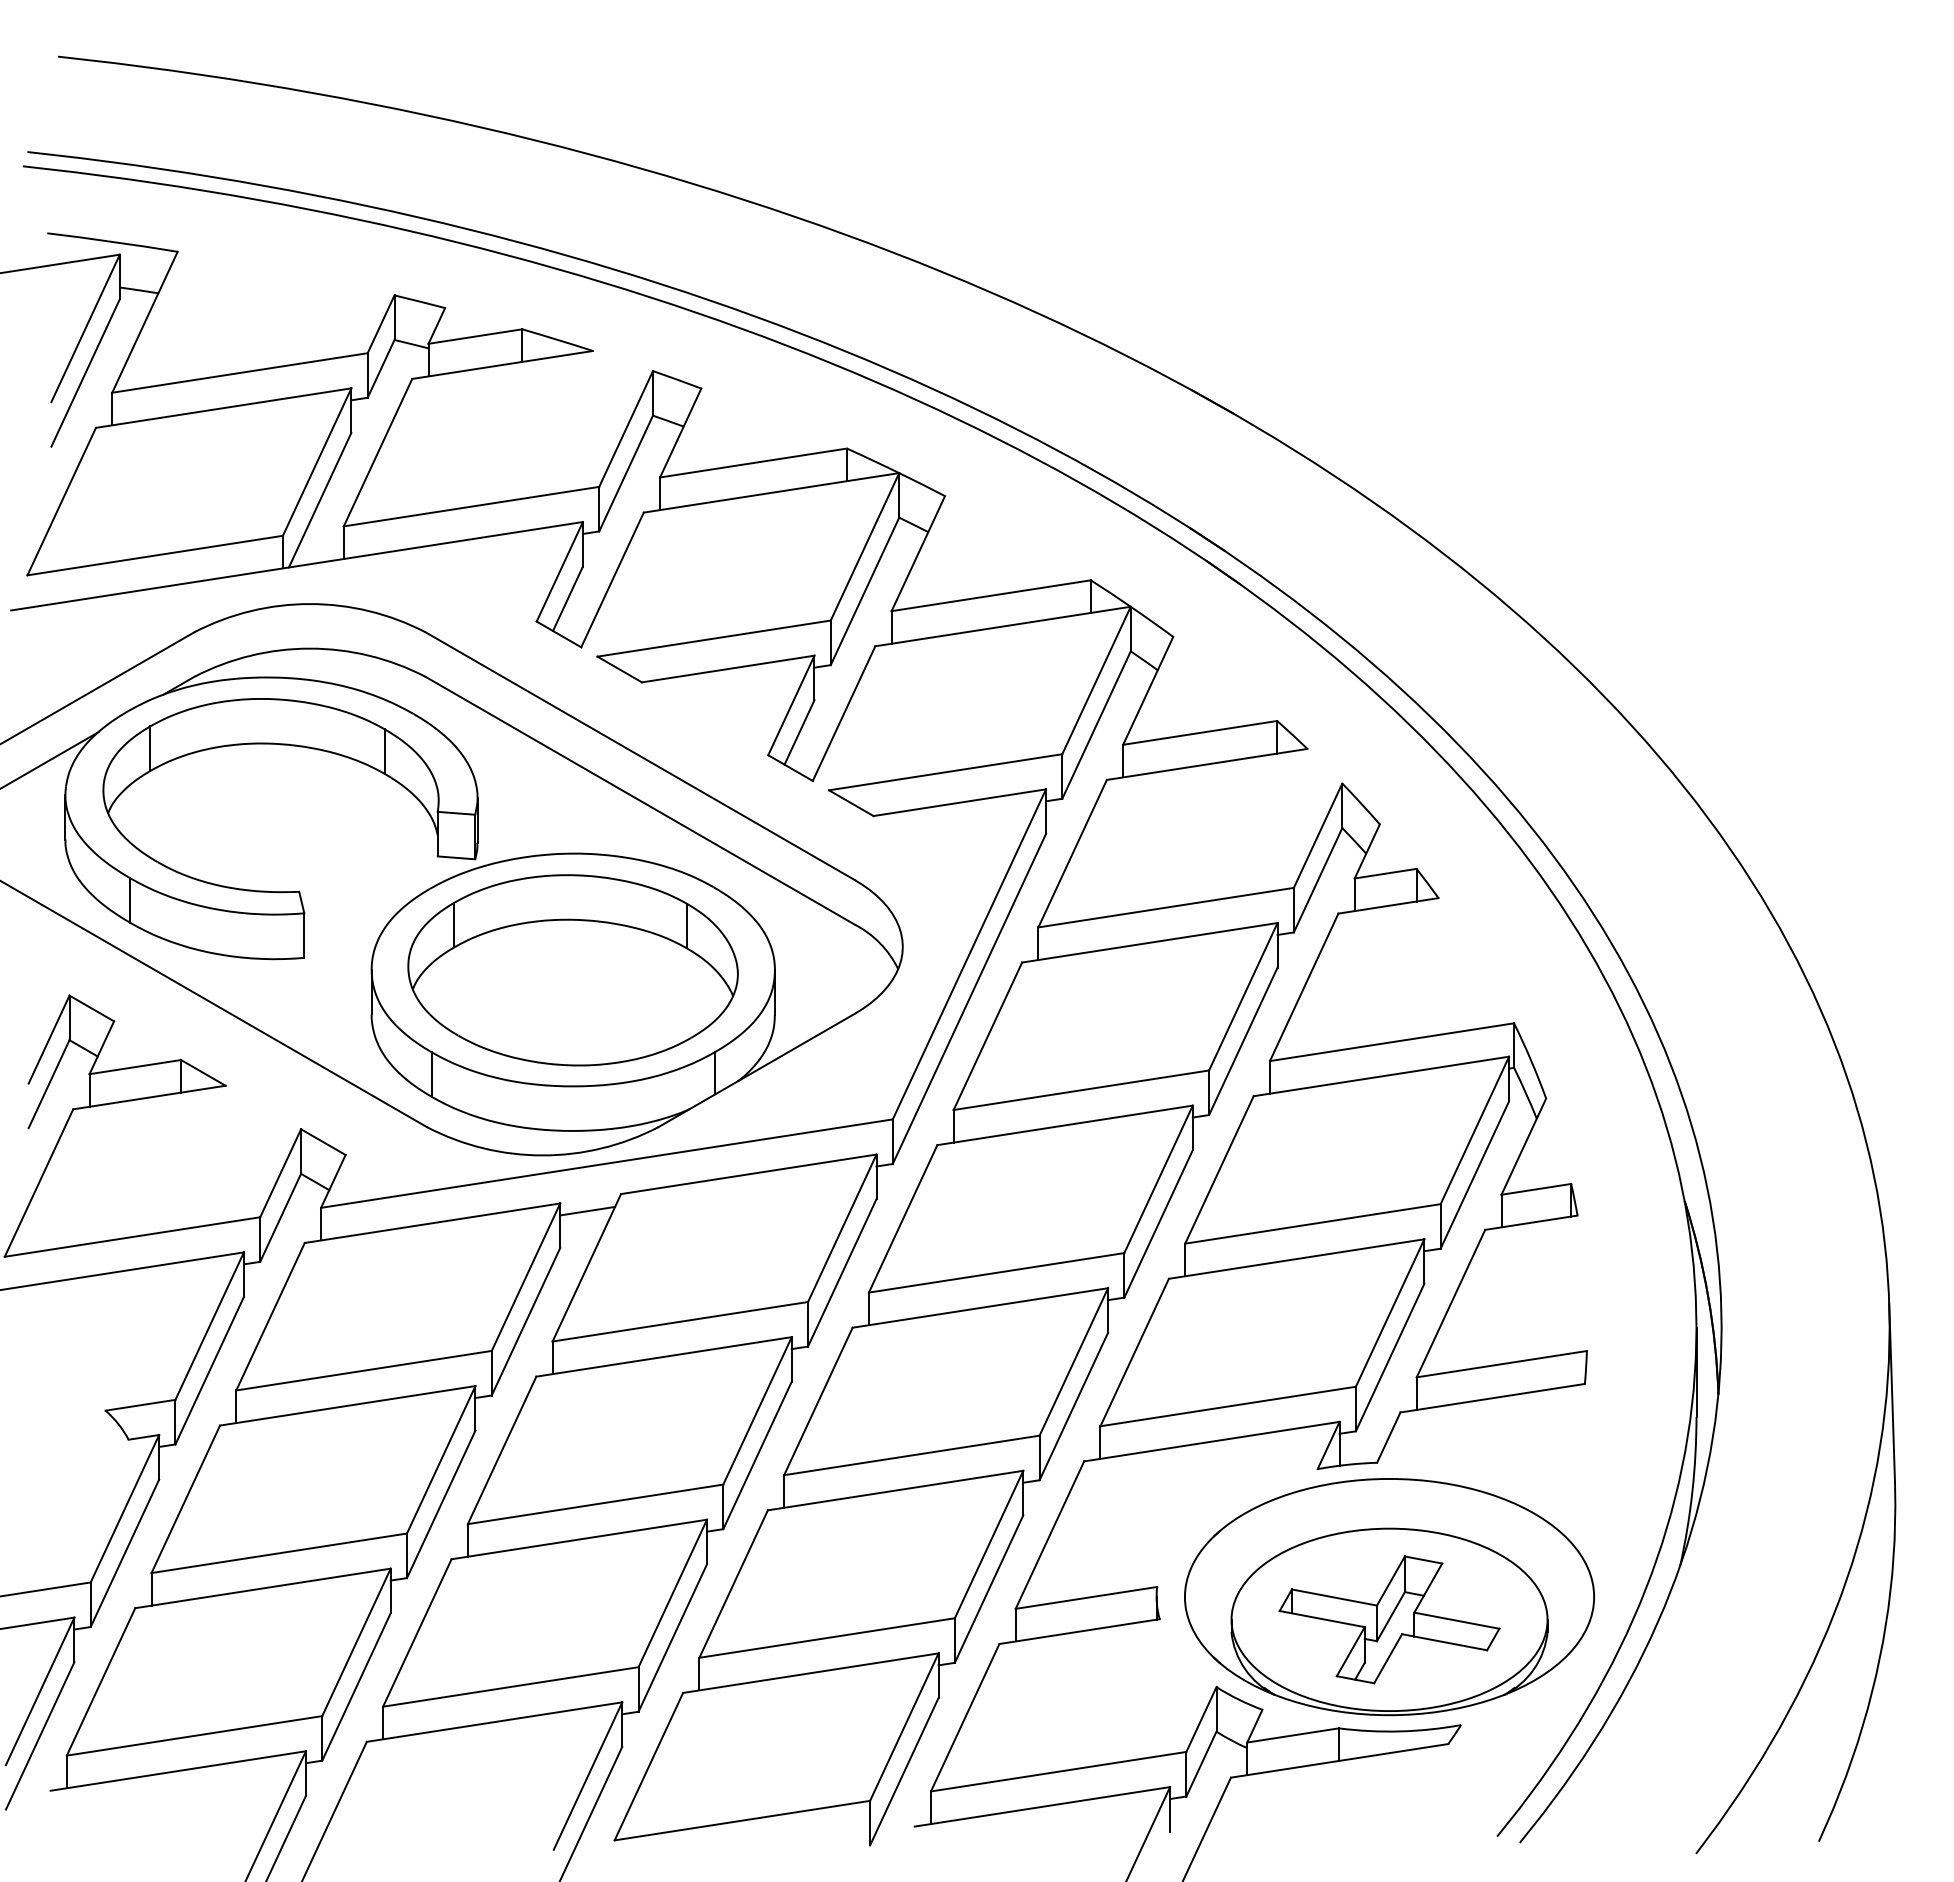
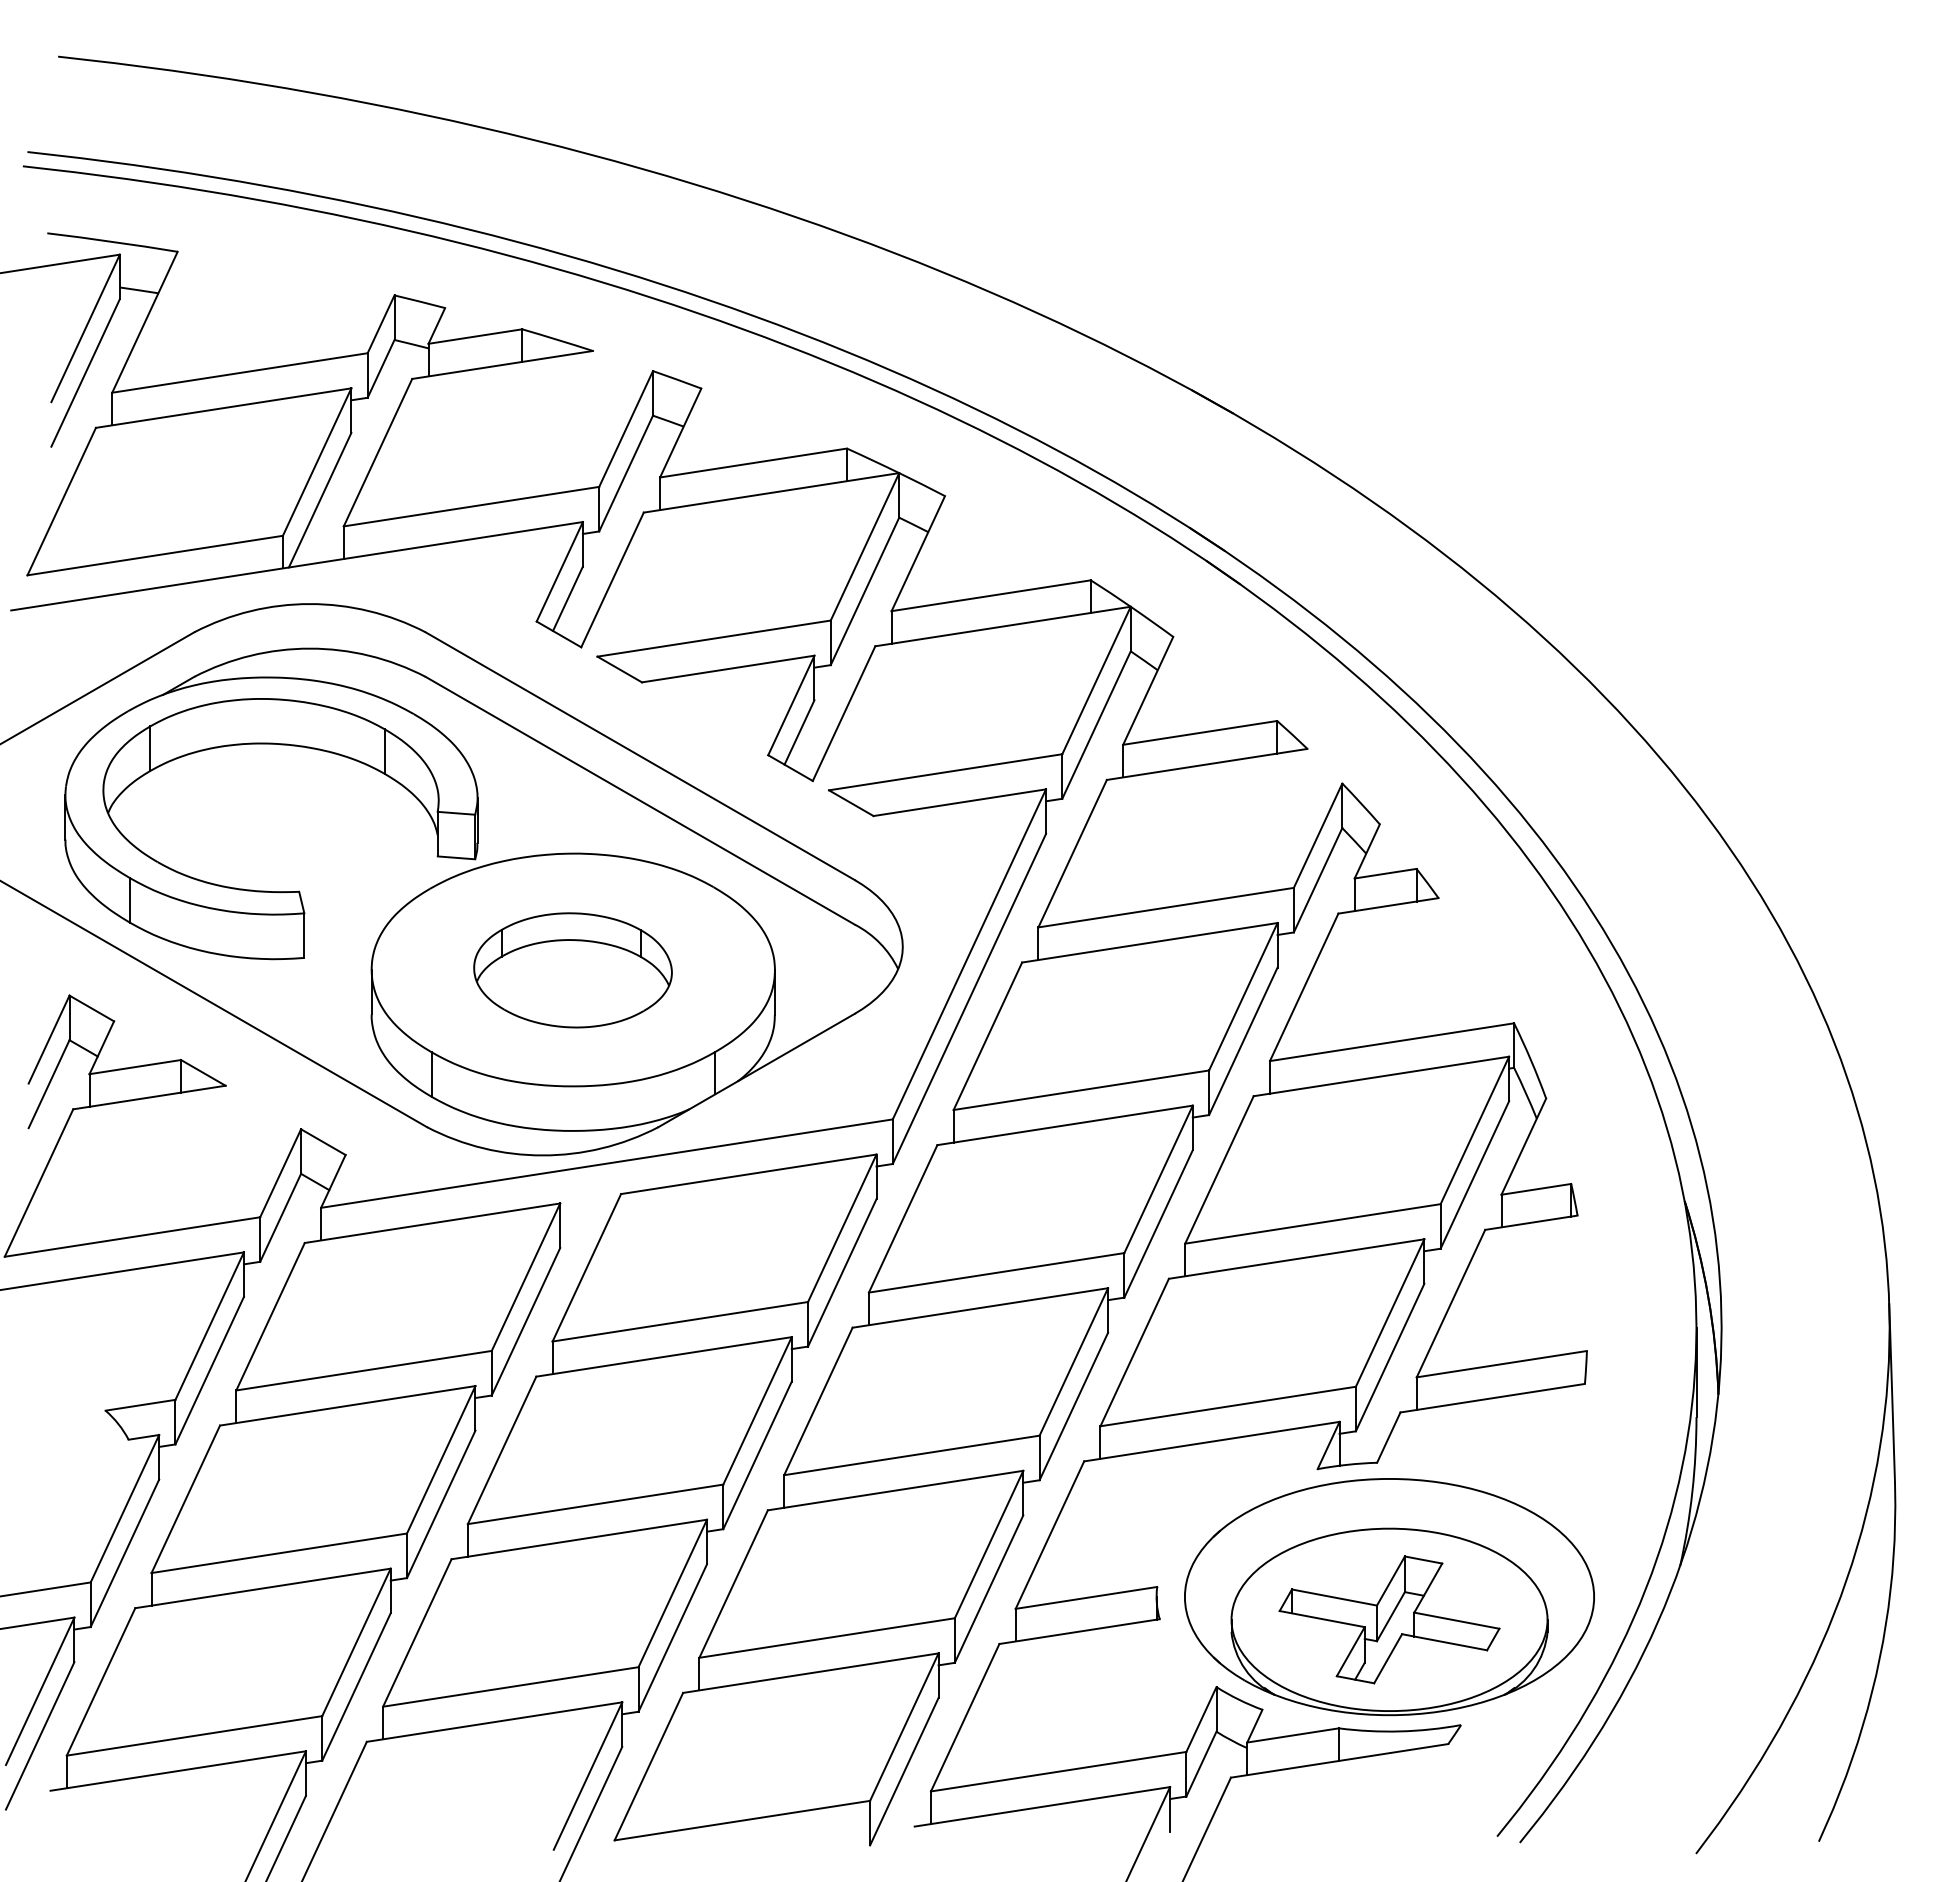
line at (50, 759): present -> none
part at (572, 970) size: 332x193 px -> 200x117 px
line at (587, 1210): present -> none
